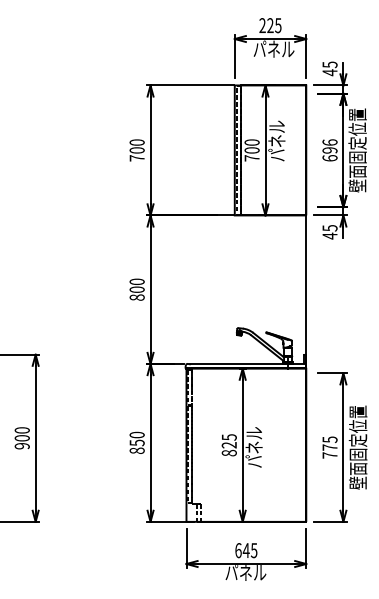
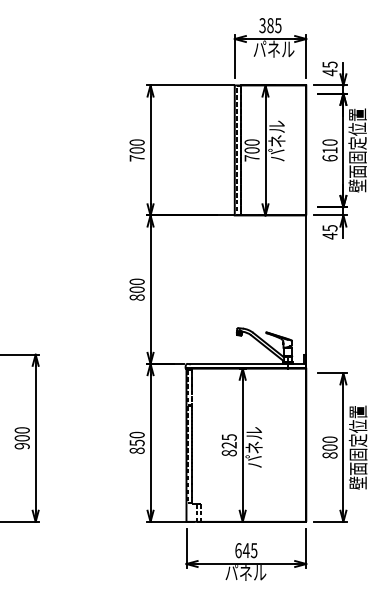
text at (266, 25): 225 -> 385
text at (329, 146): 696 -> 610
text at (329, 447): 775 -> 800
